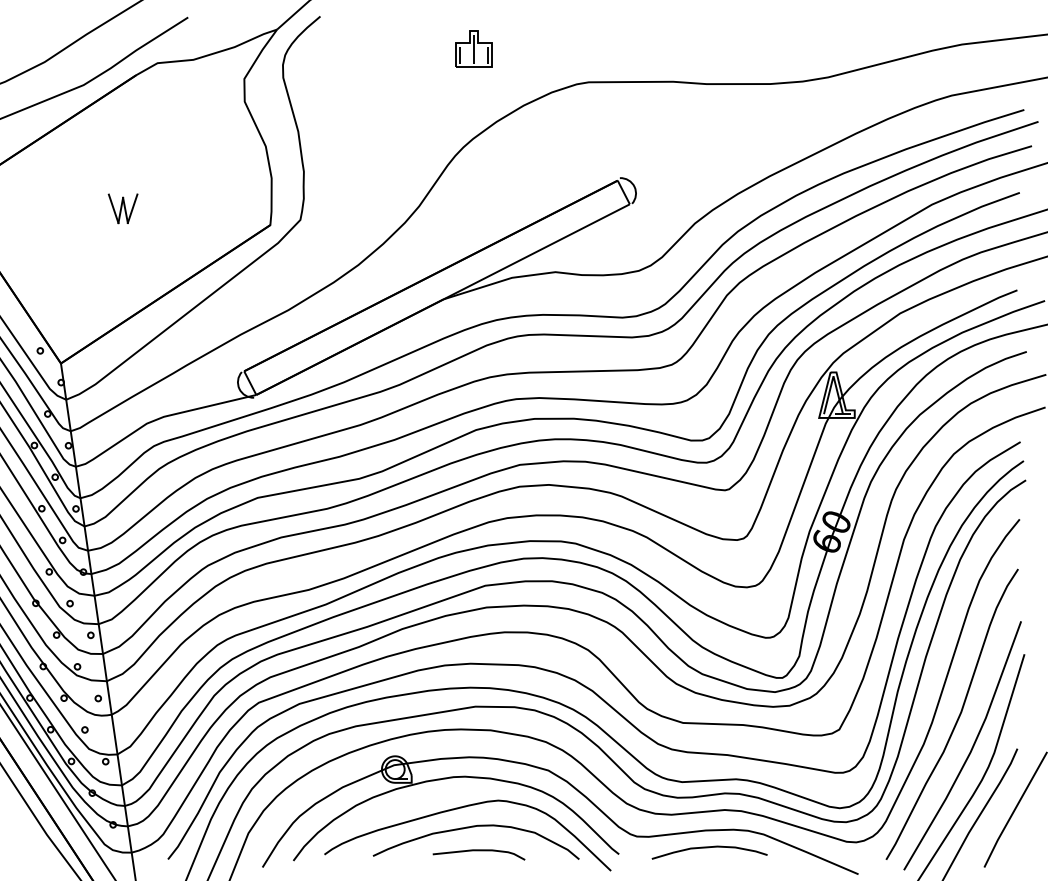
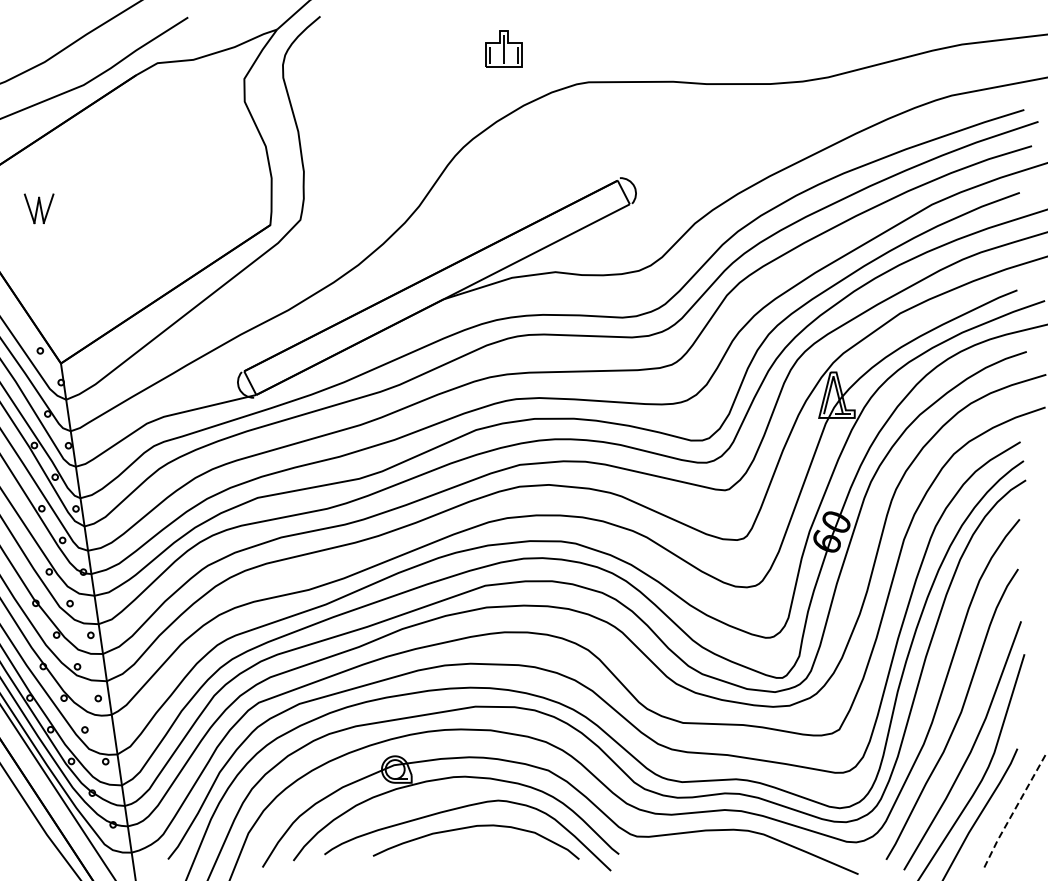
part at (473, 48) position: (473, 48) -> (503, 48)
part at (122, 208) position: (122, 208) -> (38, 208)
line at (1014, 809): solid -> dashed
curve at (709, 848): present -> none
curve at (478, 851): present -> none
